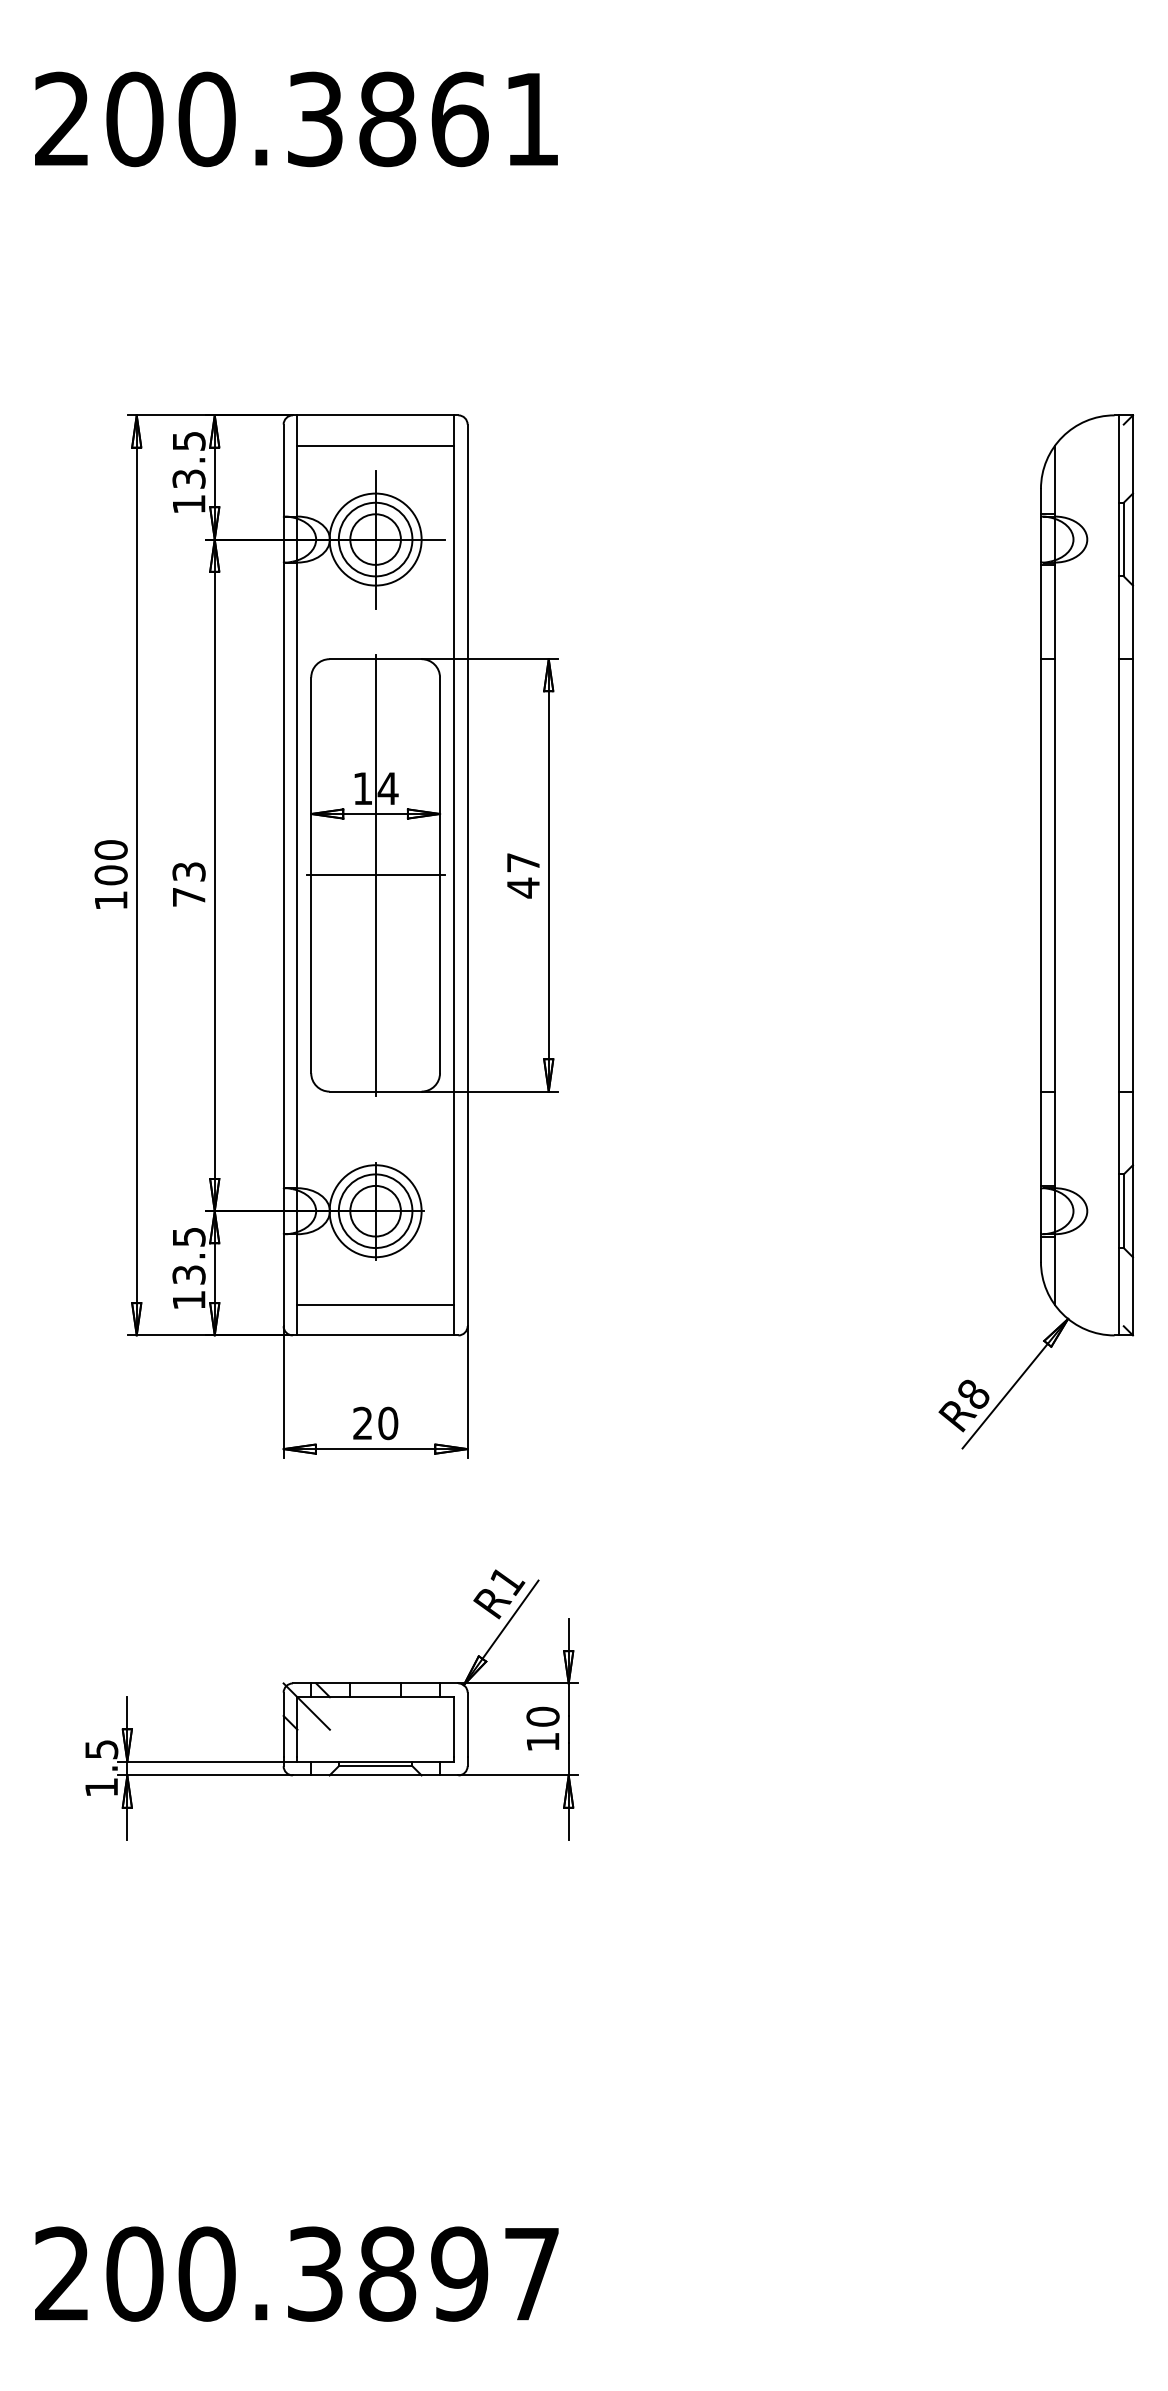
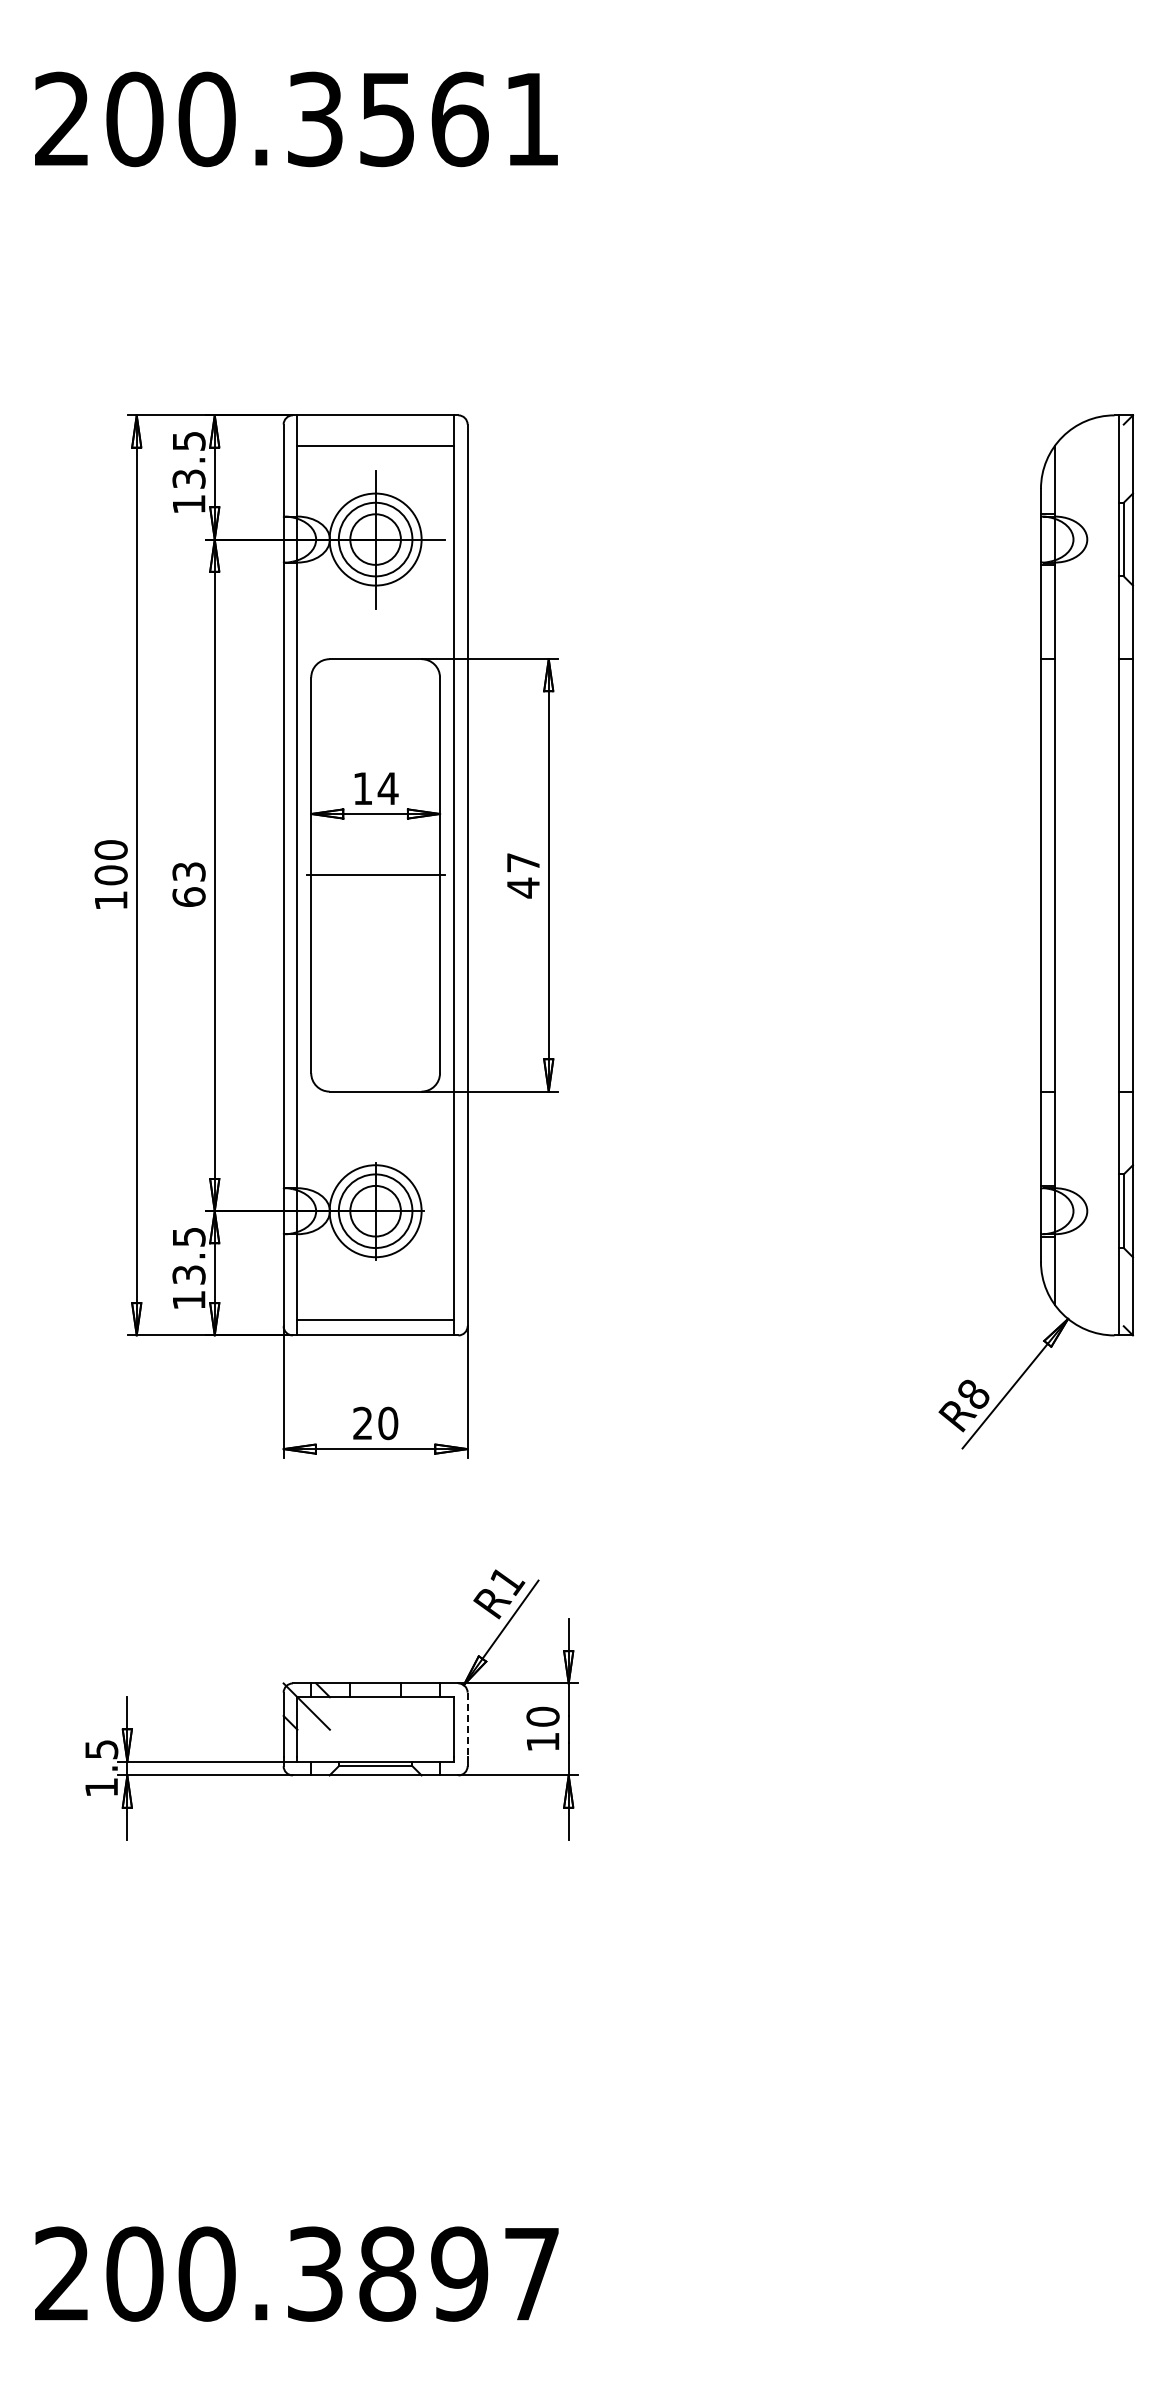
text at (387, 119): 200.3861 -> 200.3561
line at (375, 875): present -> none
text at (188, 896): 73 -> 63
line at (375, 1304) position: (375, 1304) -> (375, 1319)
line at (467, 1725): solid -> dashed
